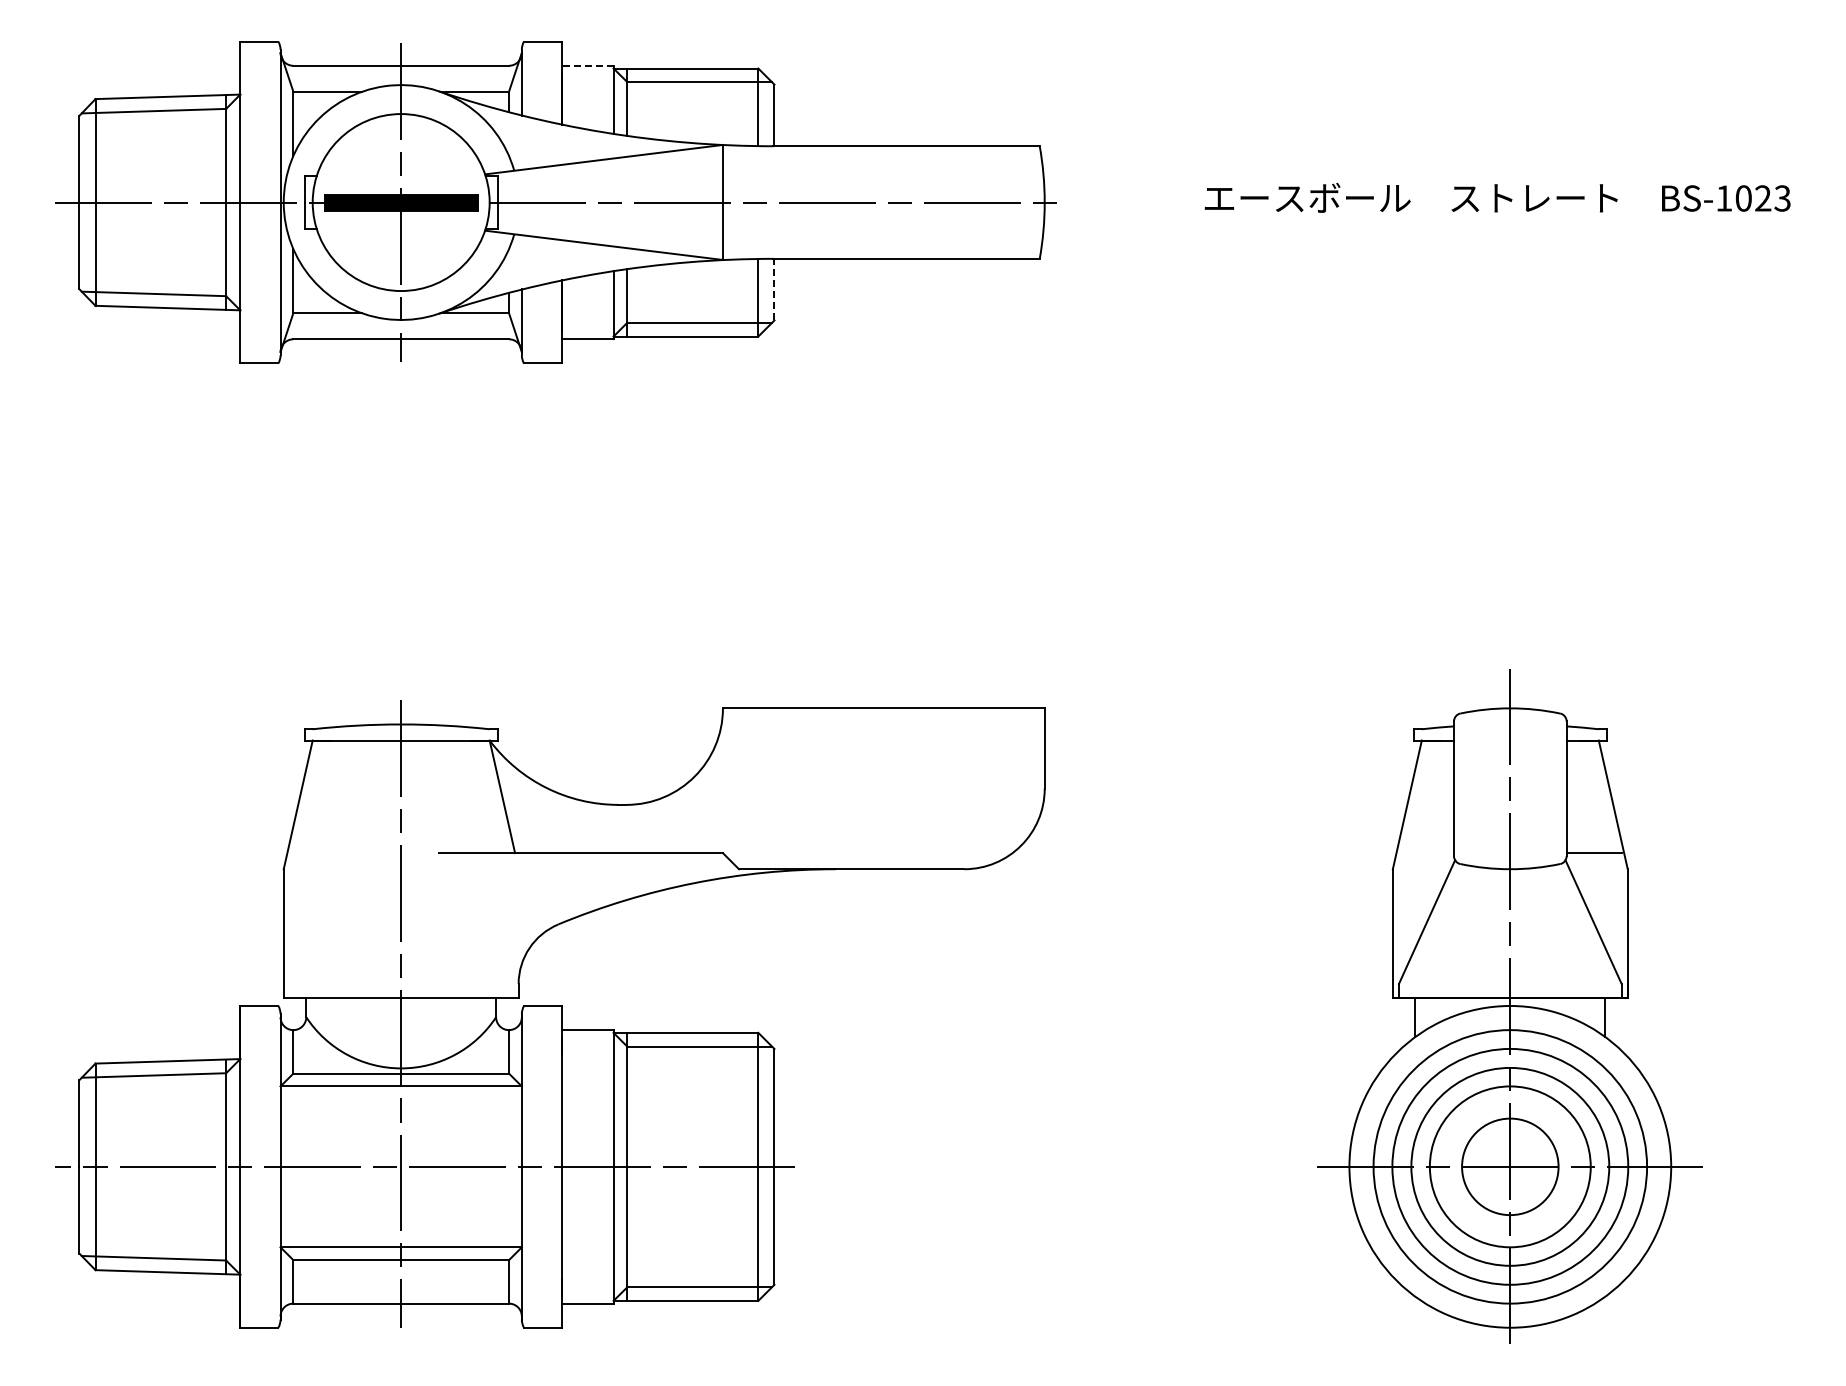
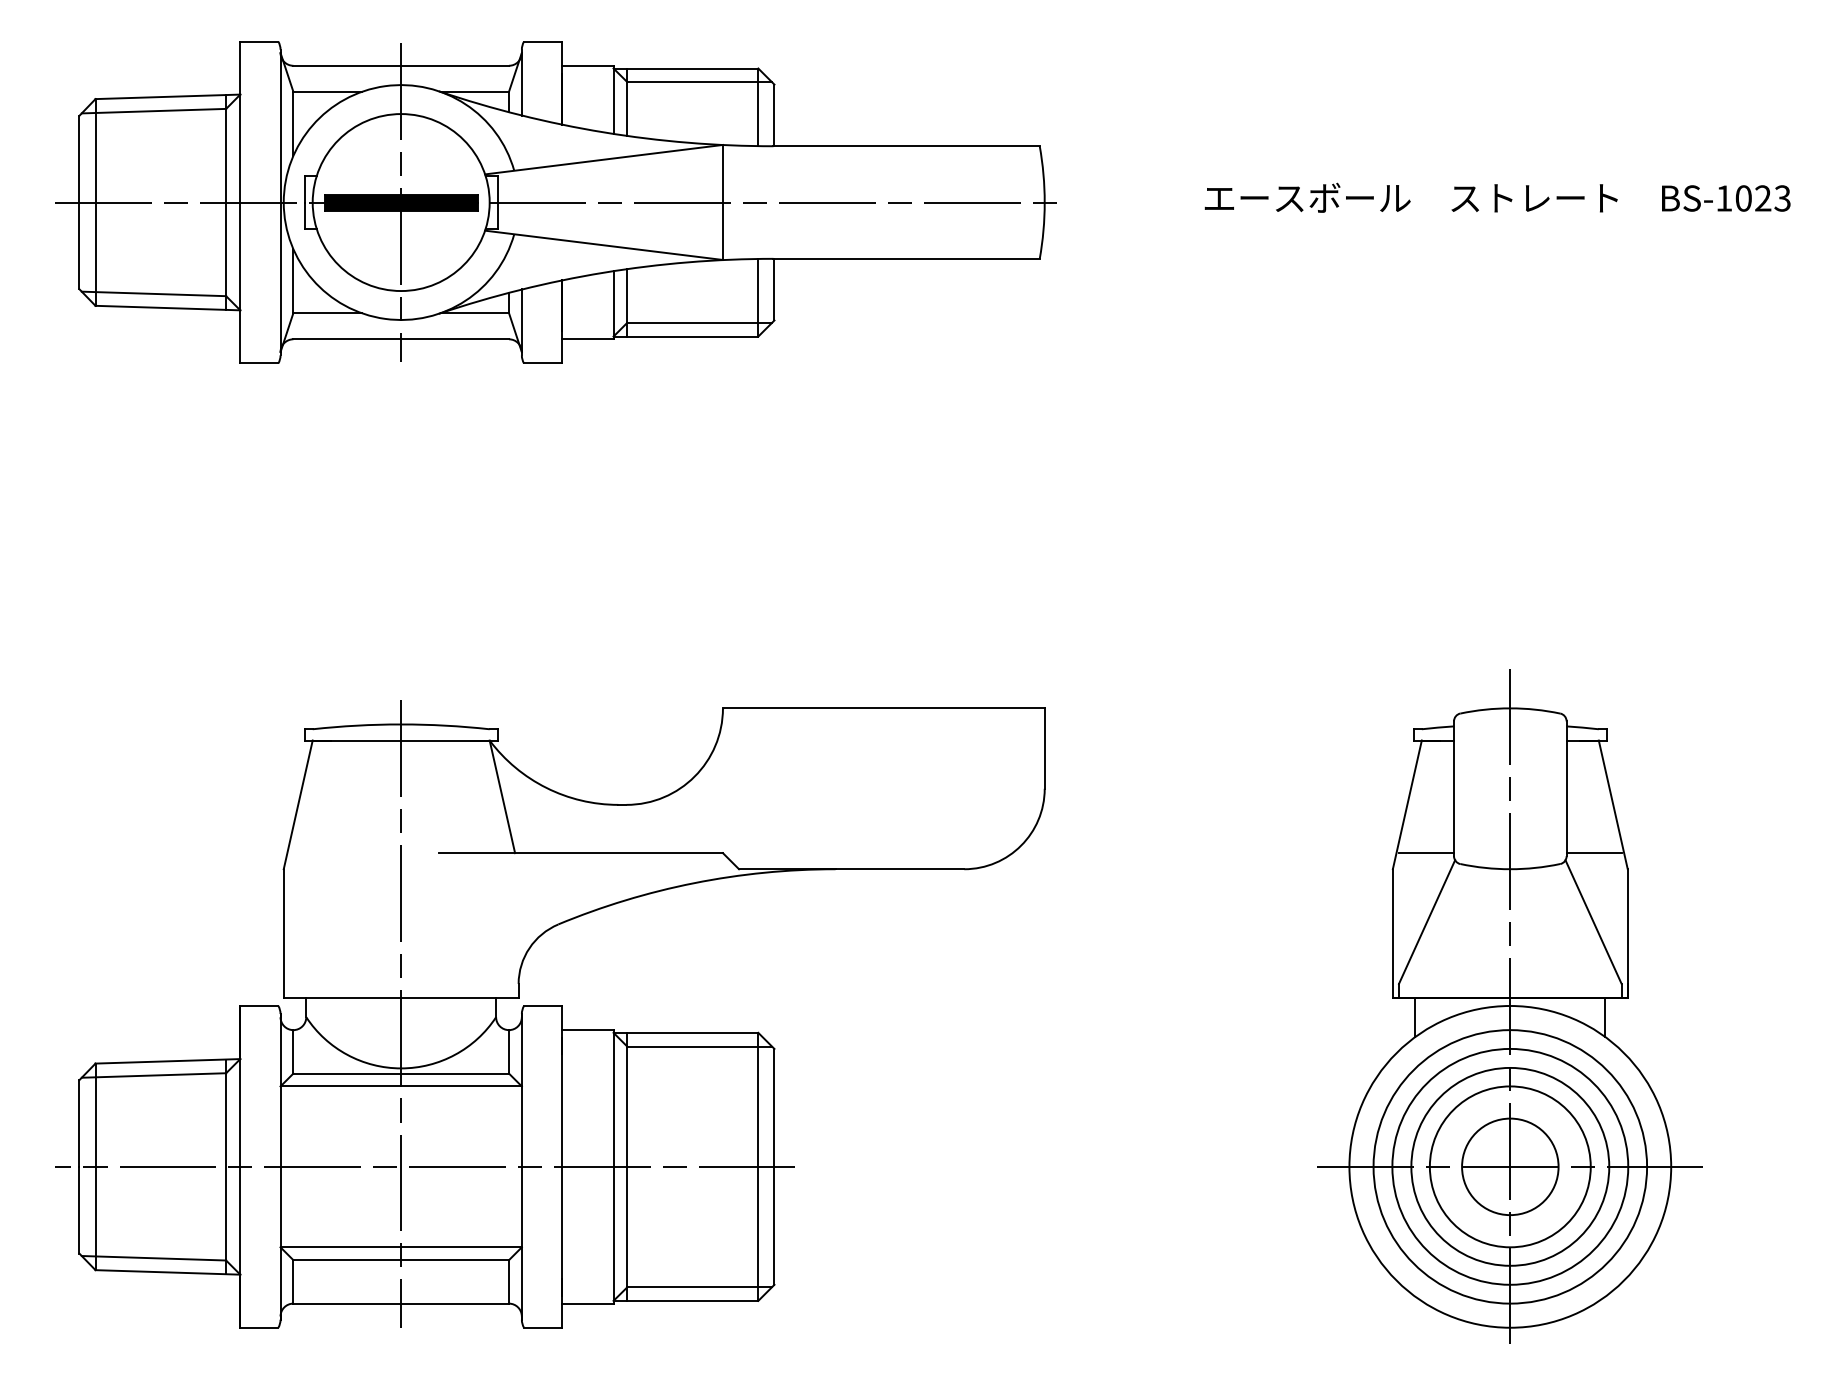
line at (587, 65): dashed -> solid
line at (774, 289): dashed -> solid
line at (1426, 853): none -> present
